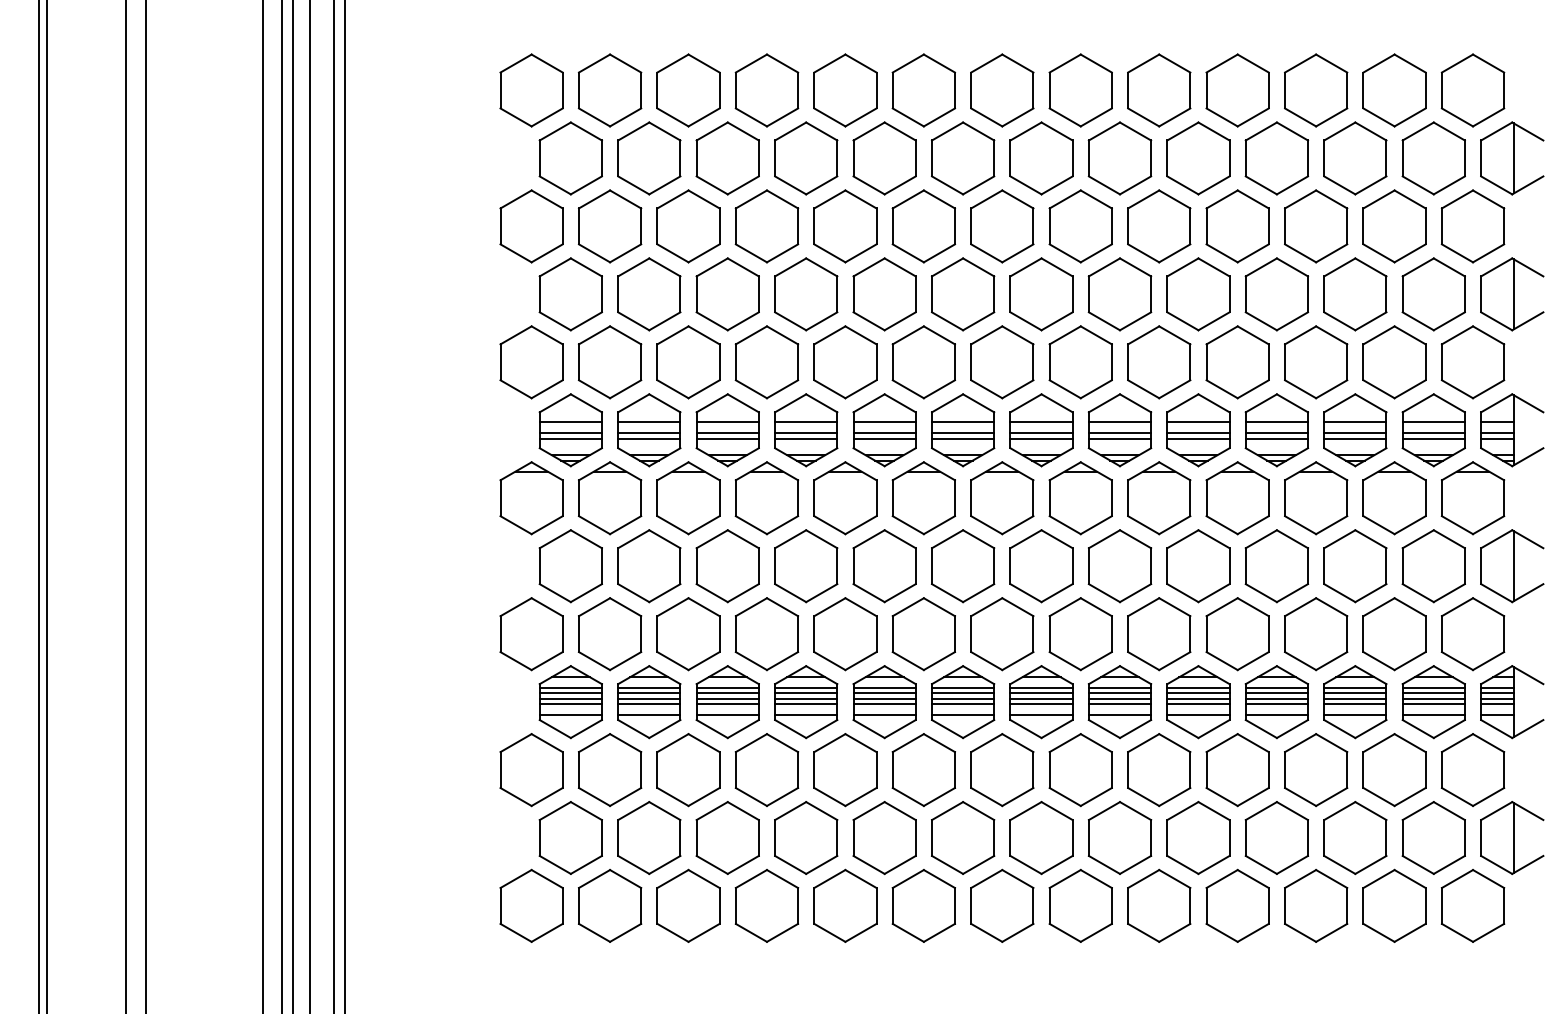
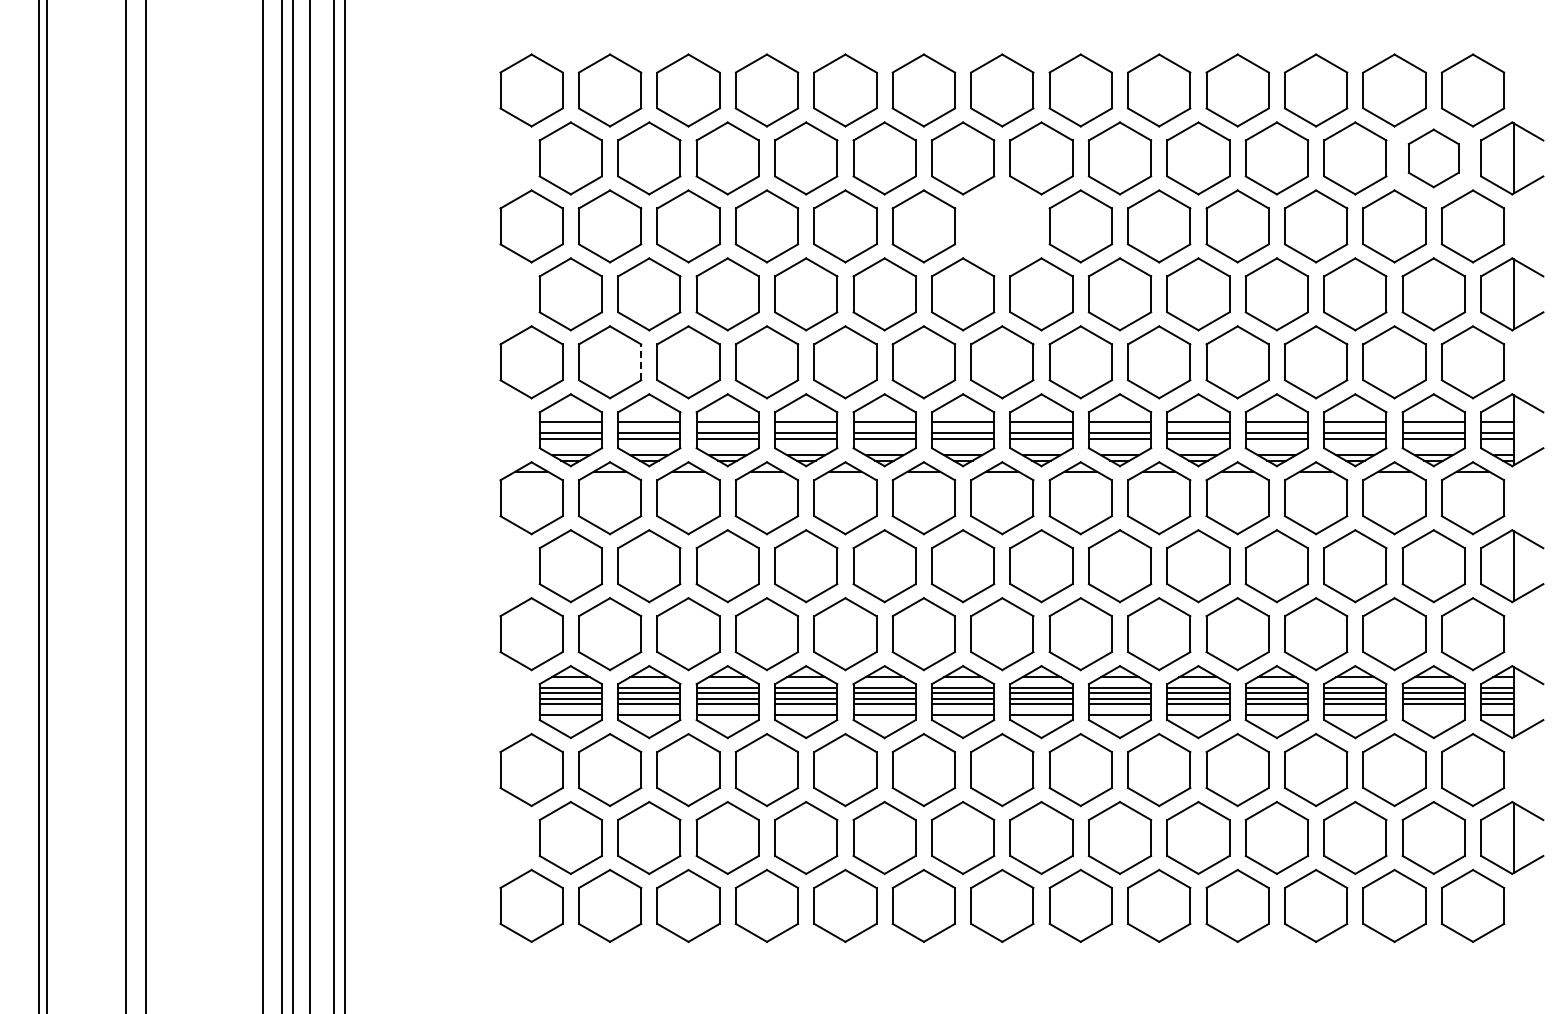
part at (1433, 158) size: 65x75 px -> 53x61 px
part at (1002, 226): present -> none
line at (641, 362): solid -> dashed
line at (1433, 715): present -> none
